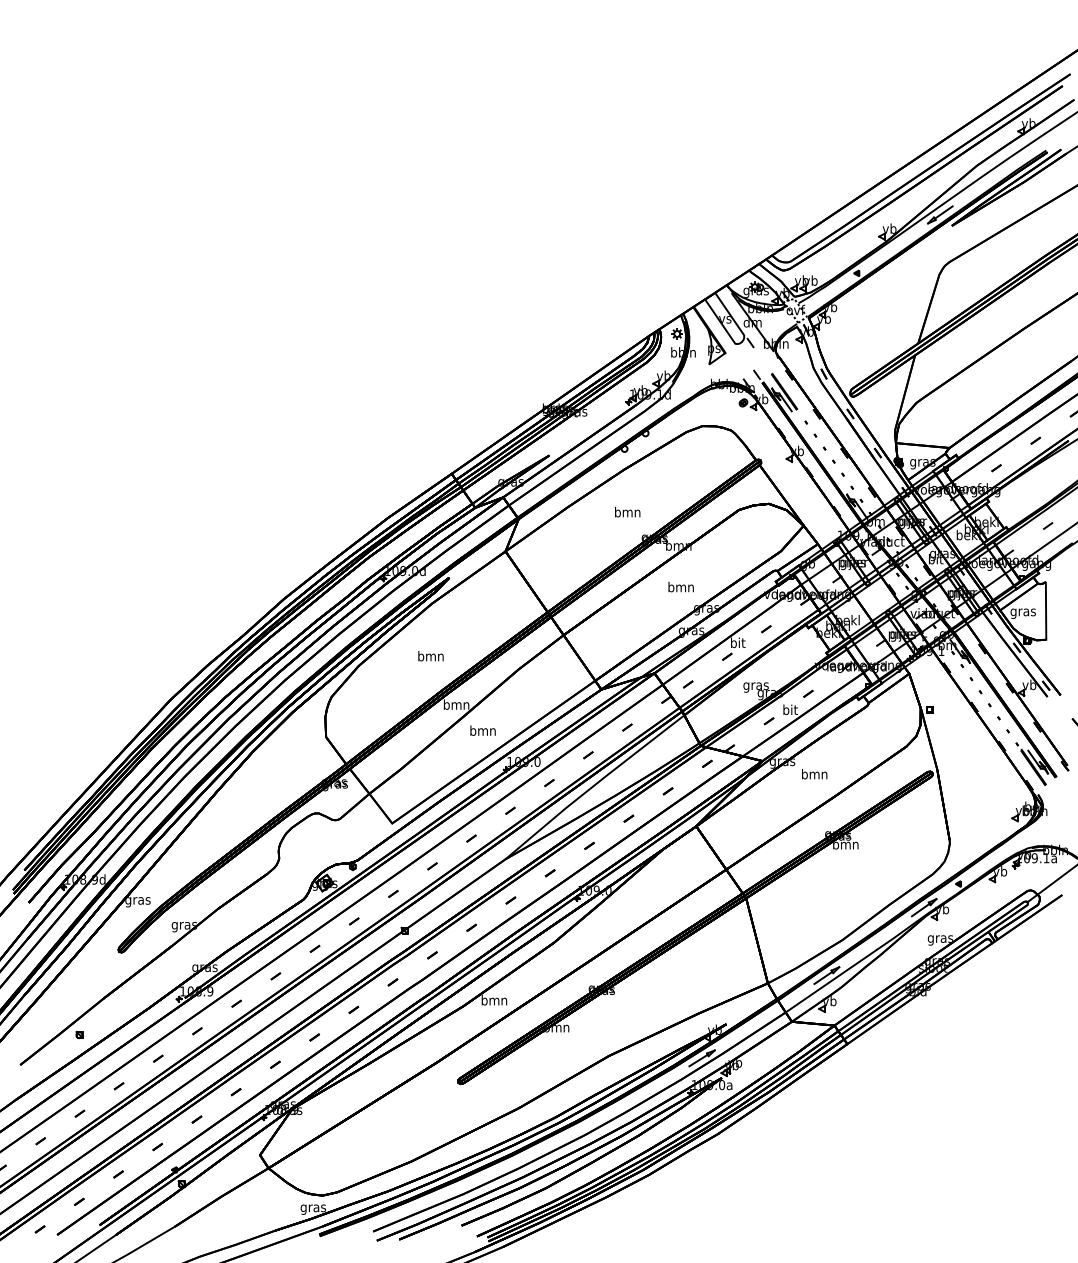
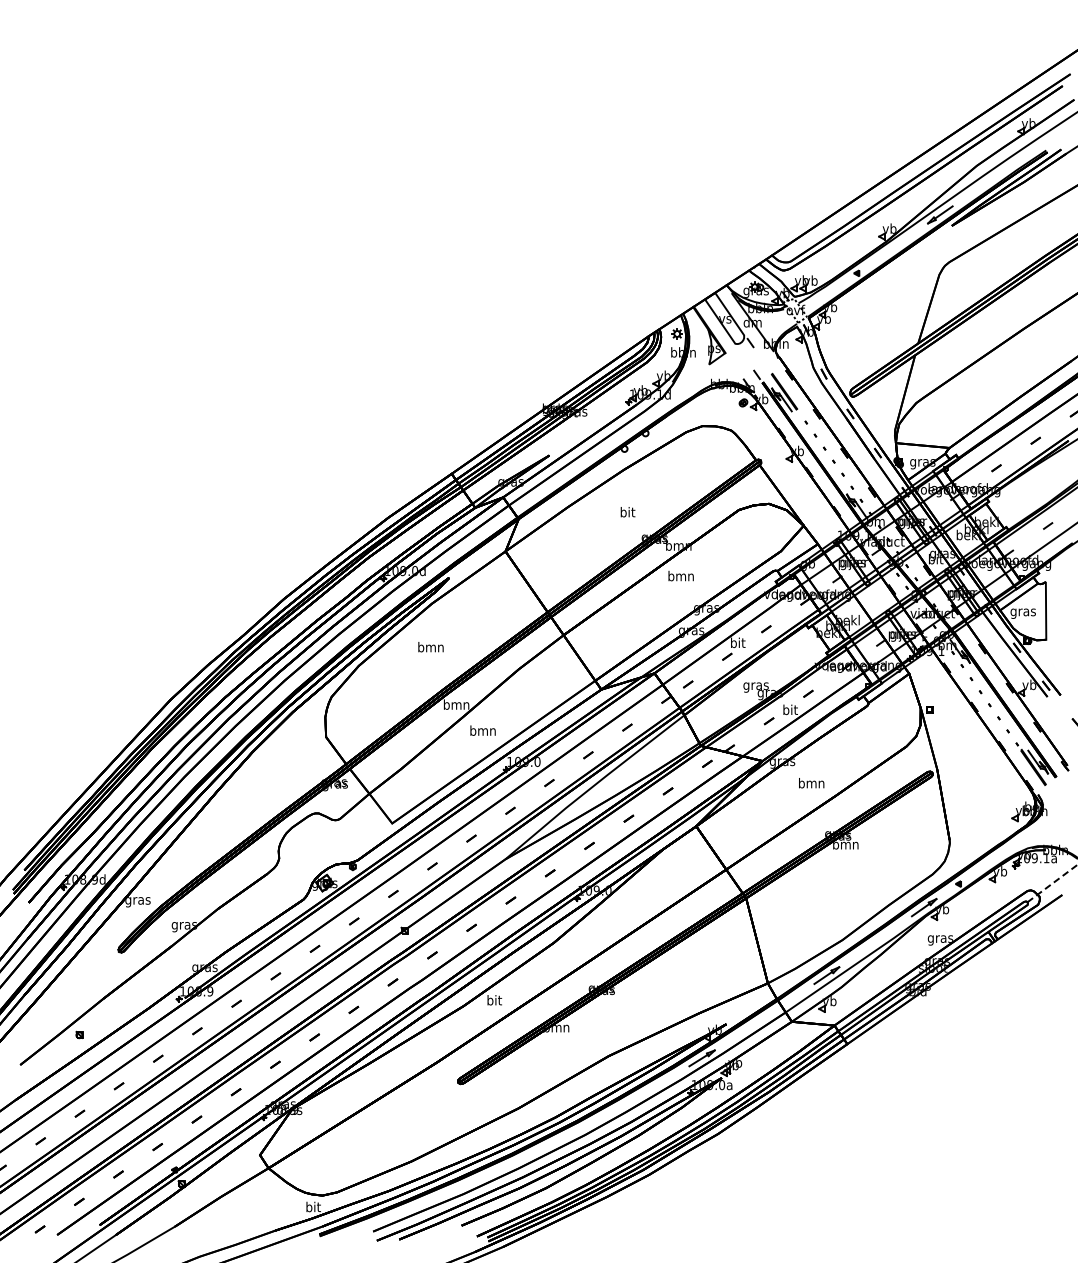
text at (627, 512): bmn -> bit
text at (680, 587) position: (680, 587) -> (680, 576)
text at (430, 656) position: (430, 656) -> (430, 647)
text at (814, 774) position: (814, 774) -> (811, 783)
line at (1053, 883): solid -> dashed
text at (494, 1000): bmn -> bit
text at (312, 1207): gras -> bit
